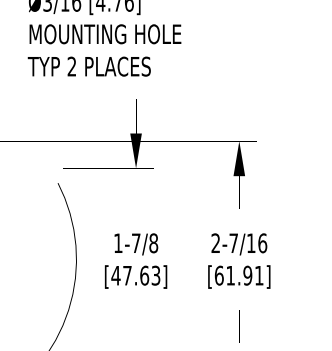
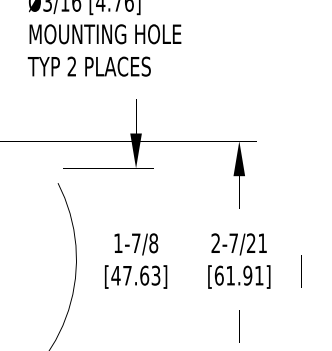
text at (257, 243): 2-7/16 -> 2-7/21
line at (301, 271): none -> present
